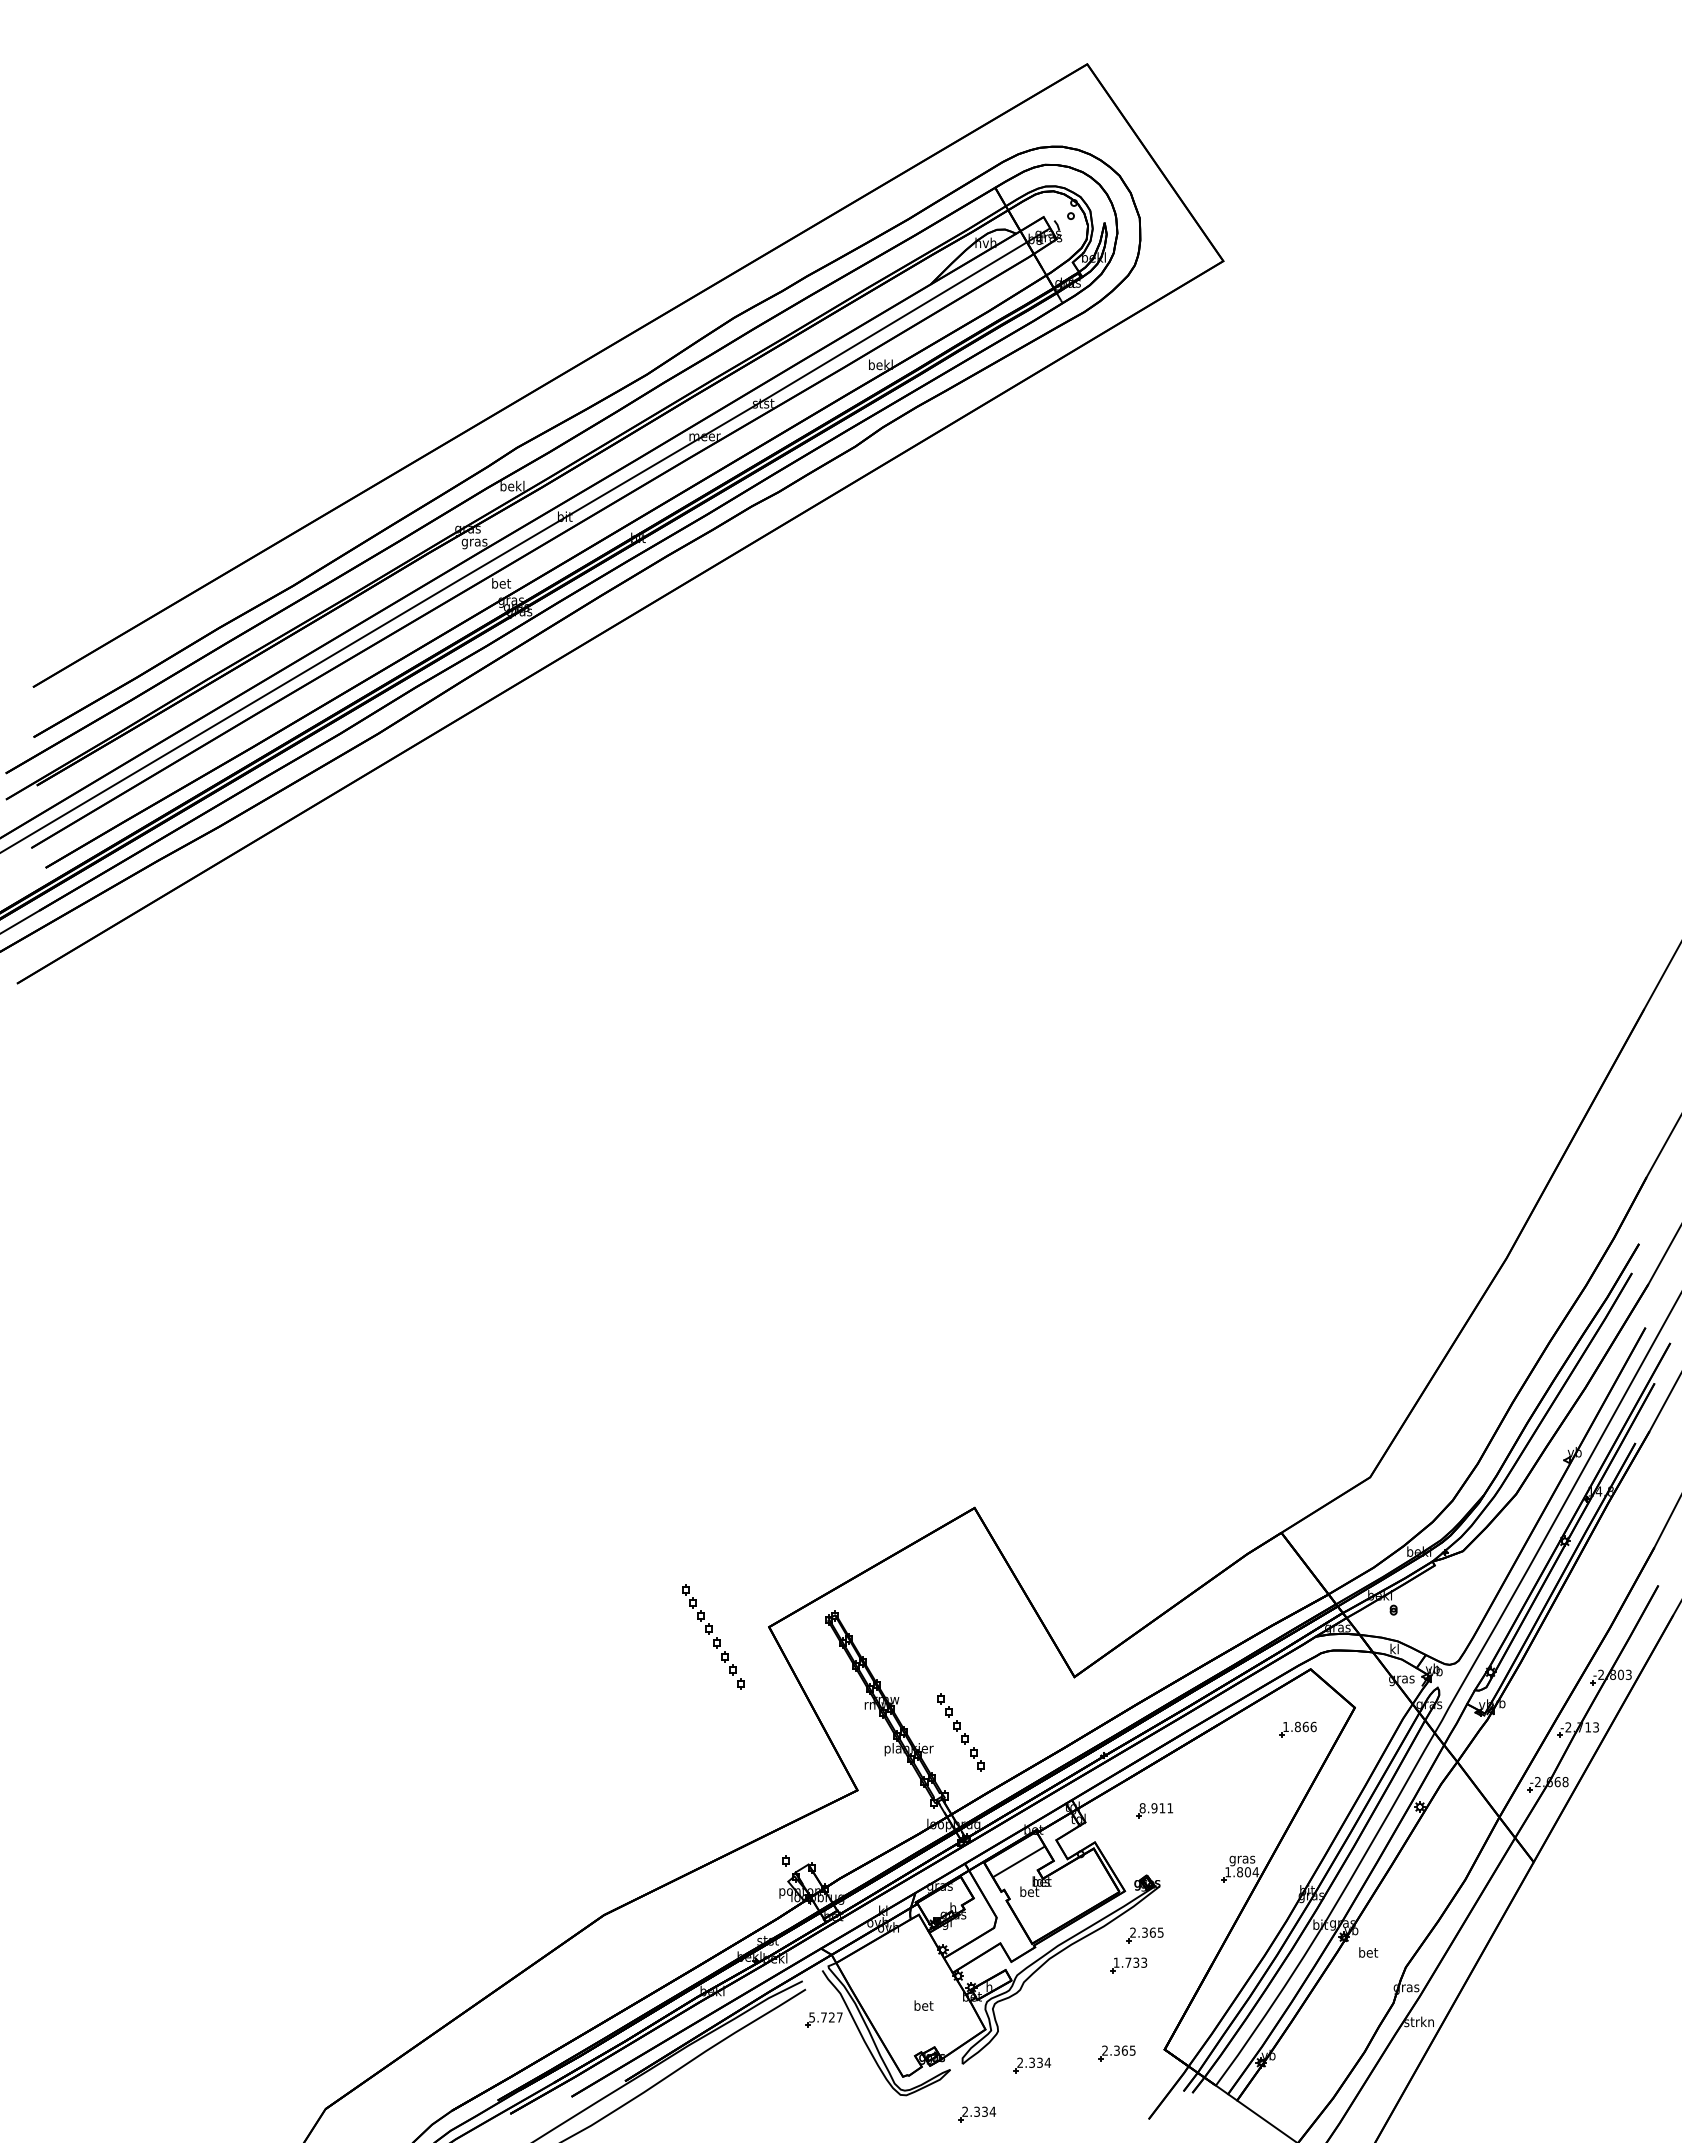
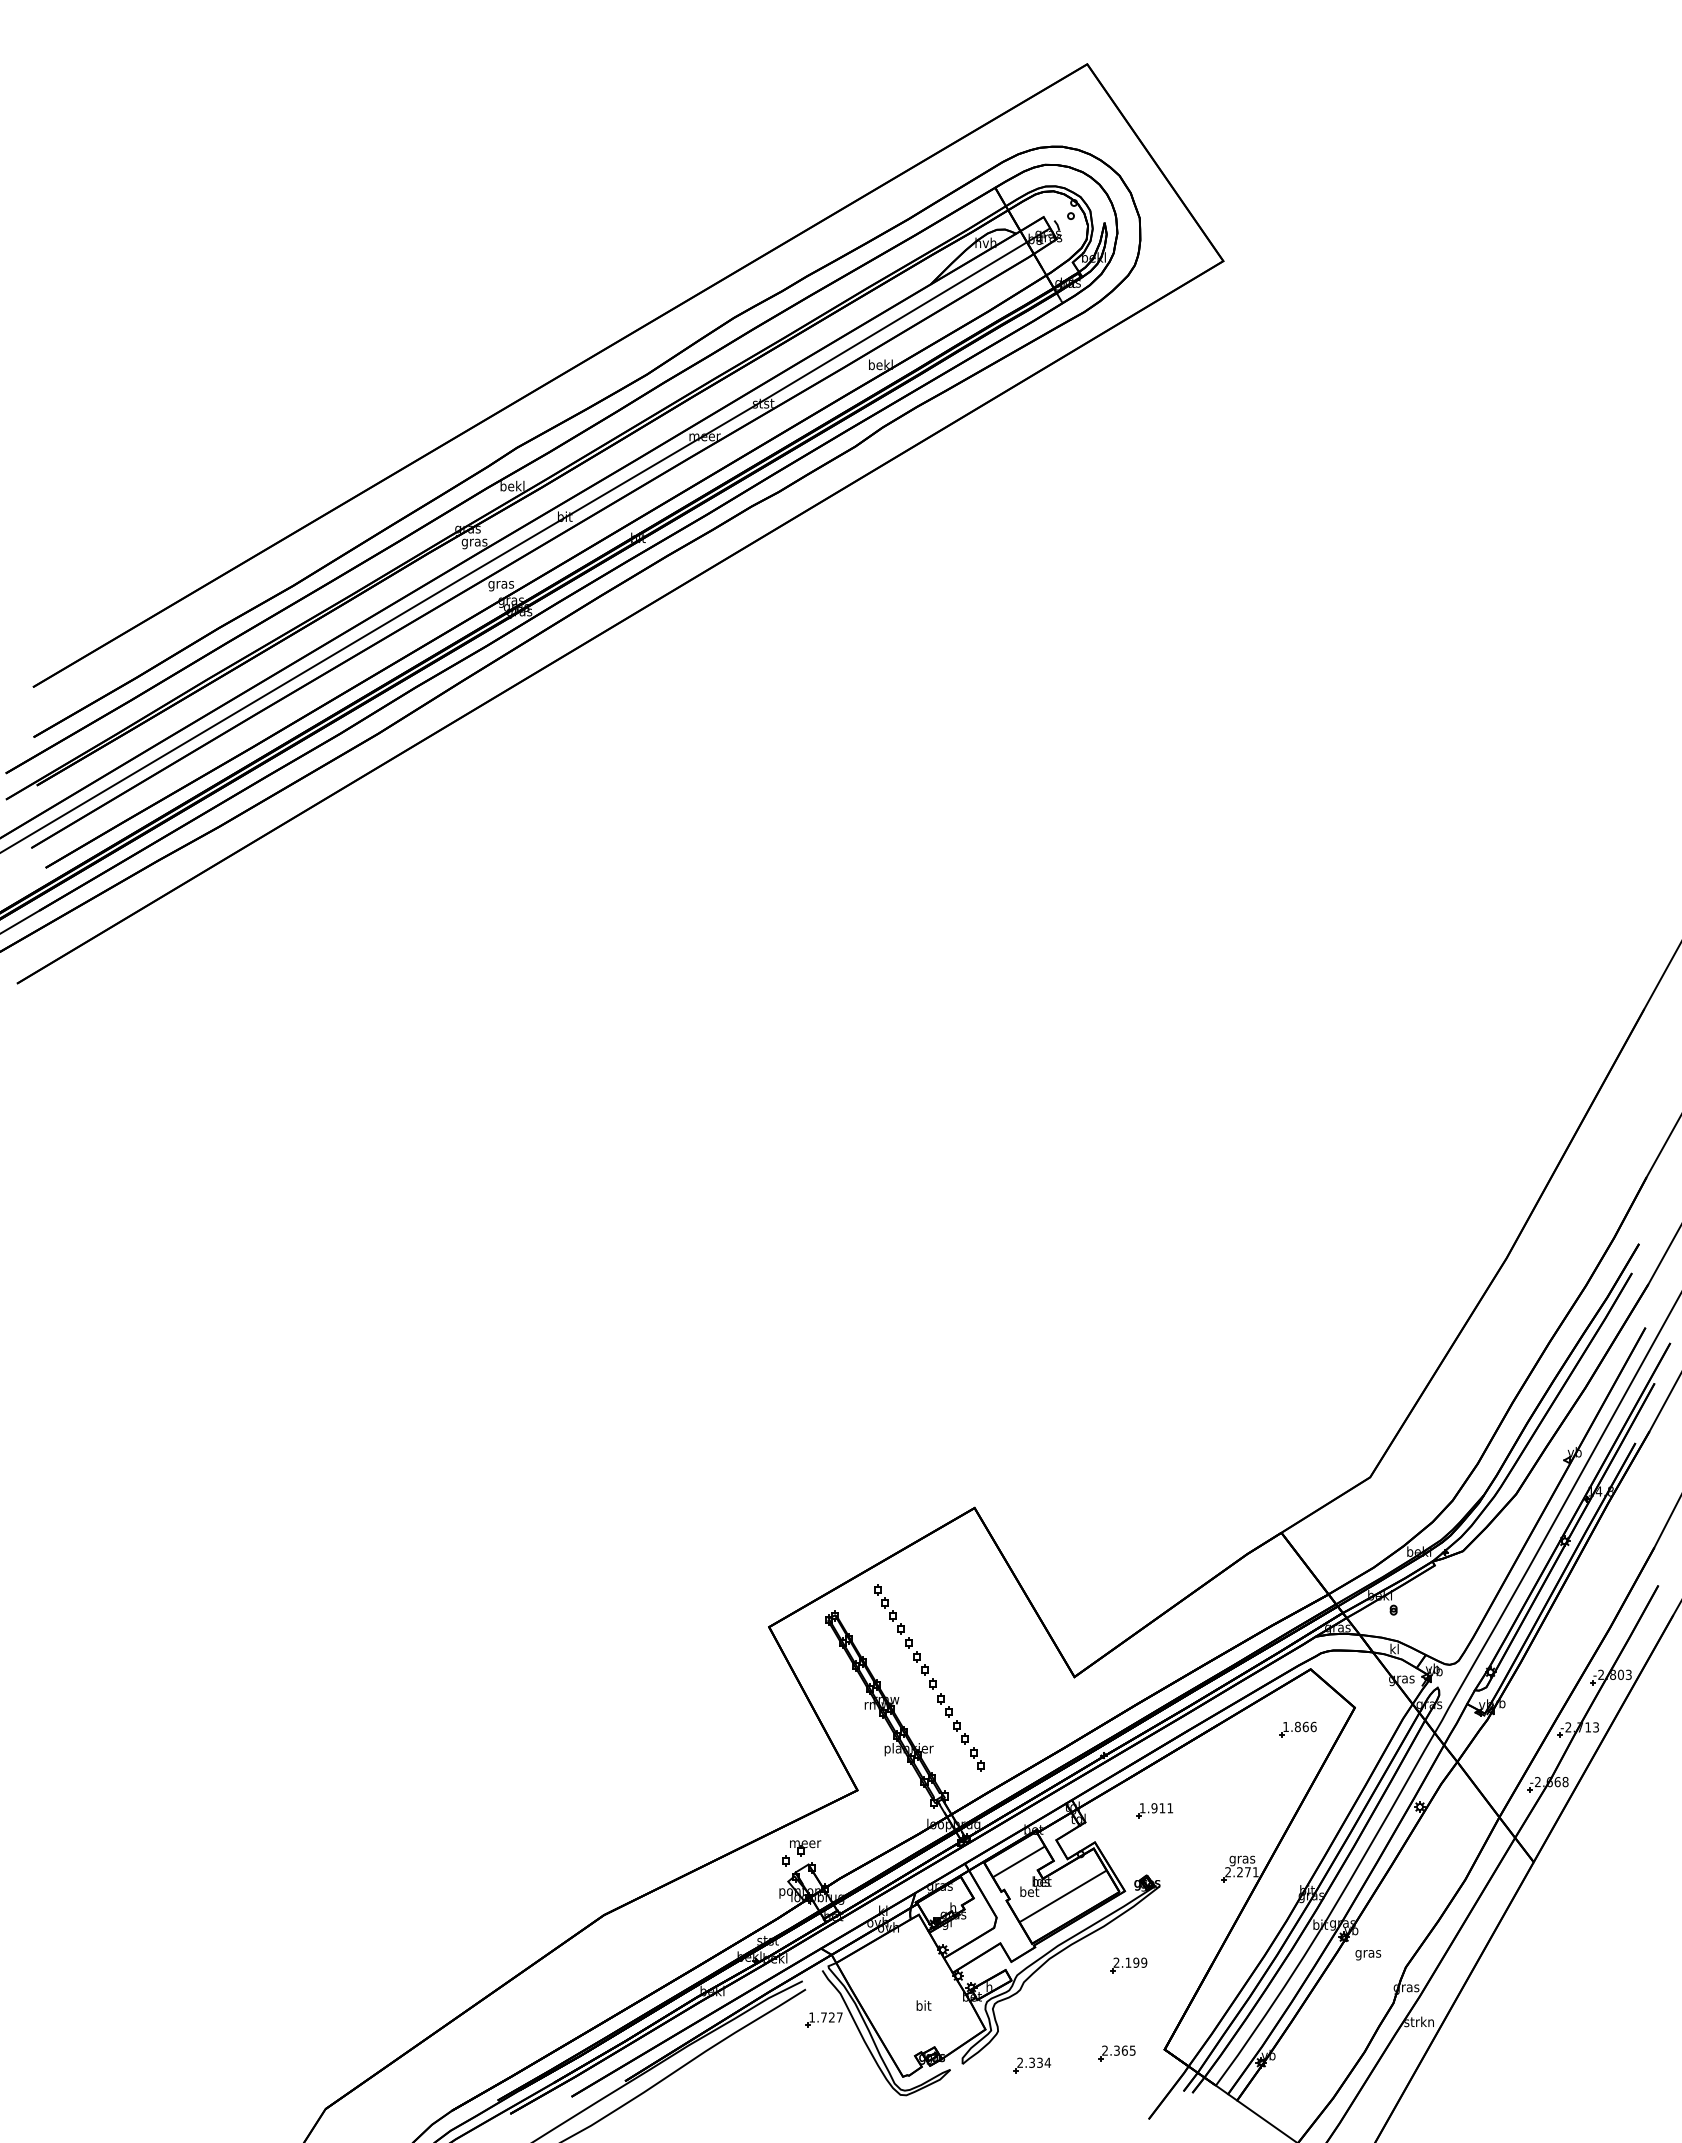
text at (501, 584): bet -> gras
part at (713, 1636) position: (713, 1636) -> (905, 1636)
text at (1142, 1808): 8.911 -> 1.911
part at (805, 1848): none -> present
text at (1242, 1872): 1.804 -> 2.271
line at (1062, 1896): none -> present
part at (1144, 1935): present -> none
text at (1368, 1953): bet -> gras
text at (1130, 1962): 1.733 -> 2.199
text at (923, 2005): bet -> bit
text at (811, 2017): 5.727 -> 1.727
part at (976, 2114): present -> none
